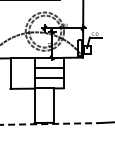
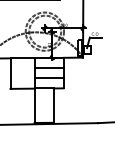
line at (49, 124): dashed -> solid
